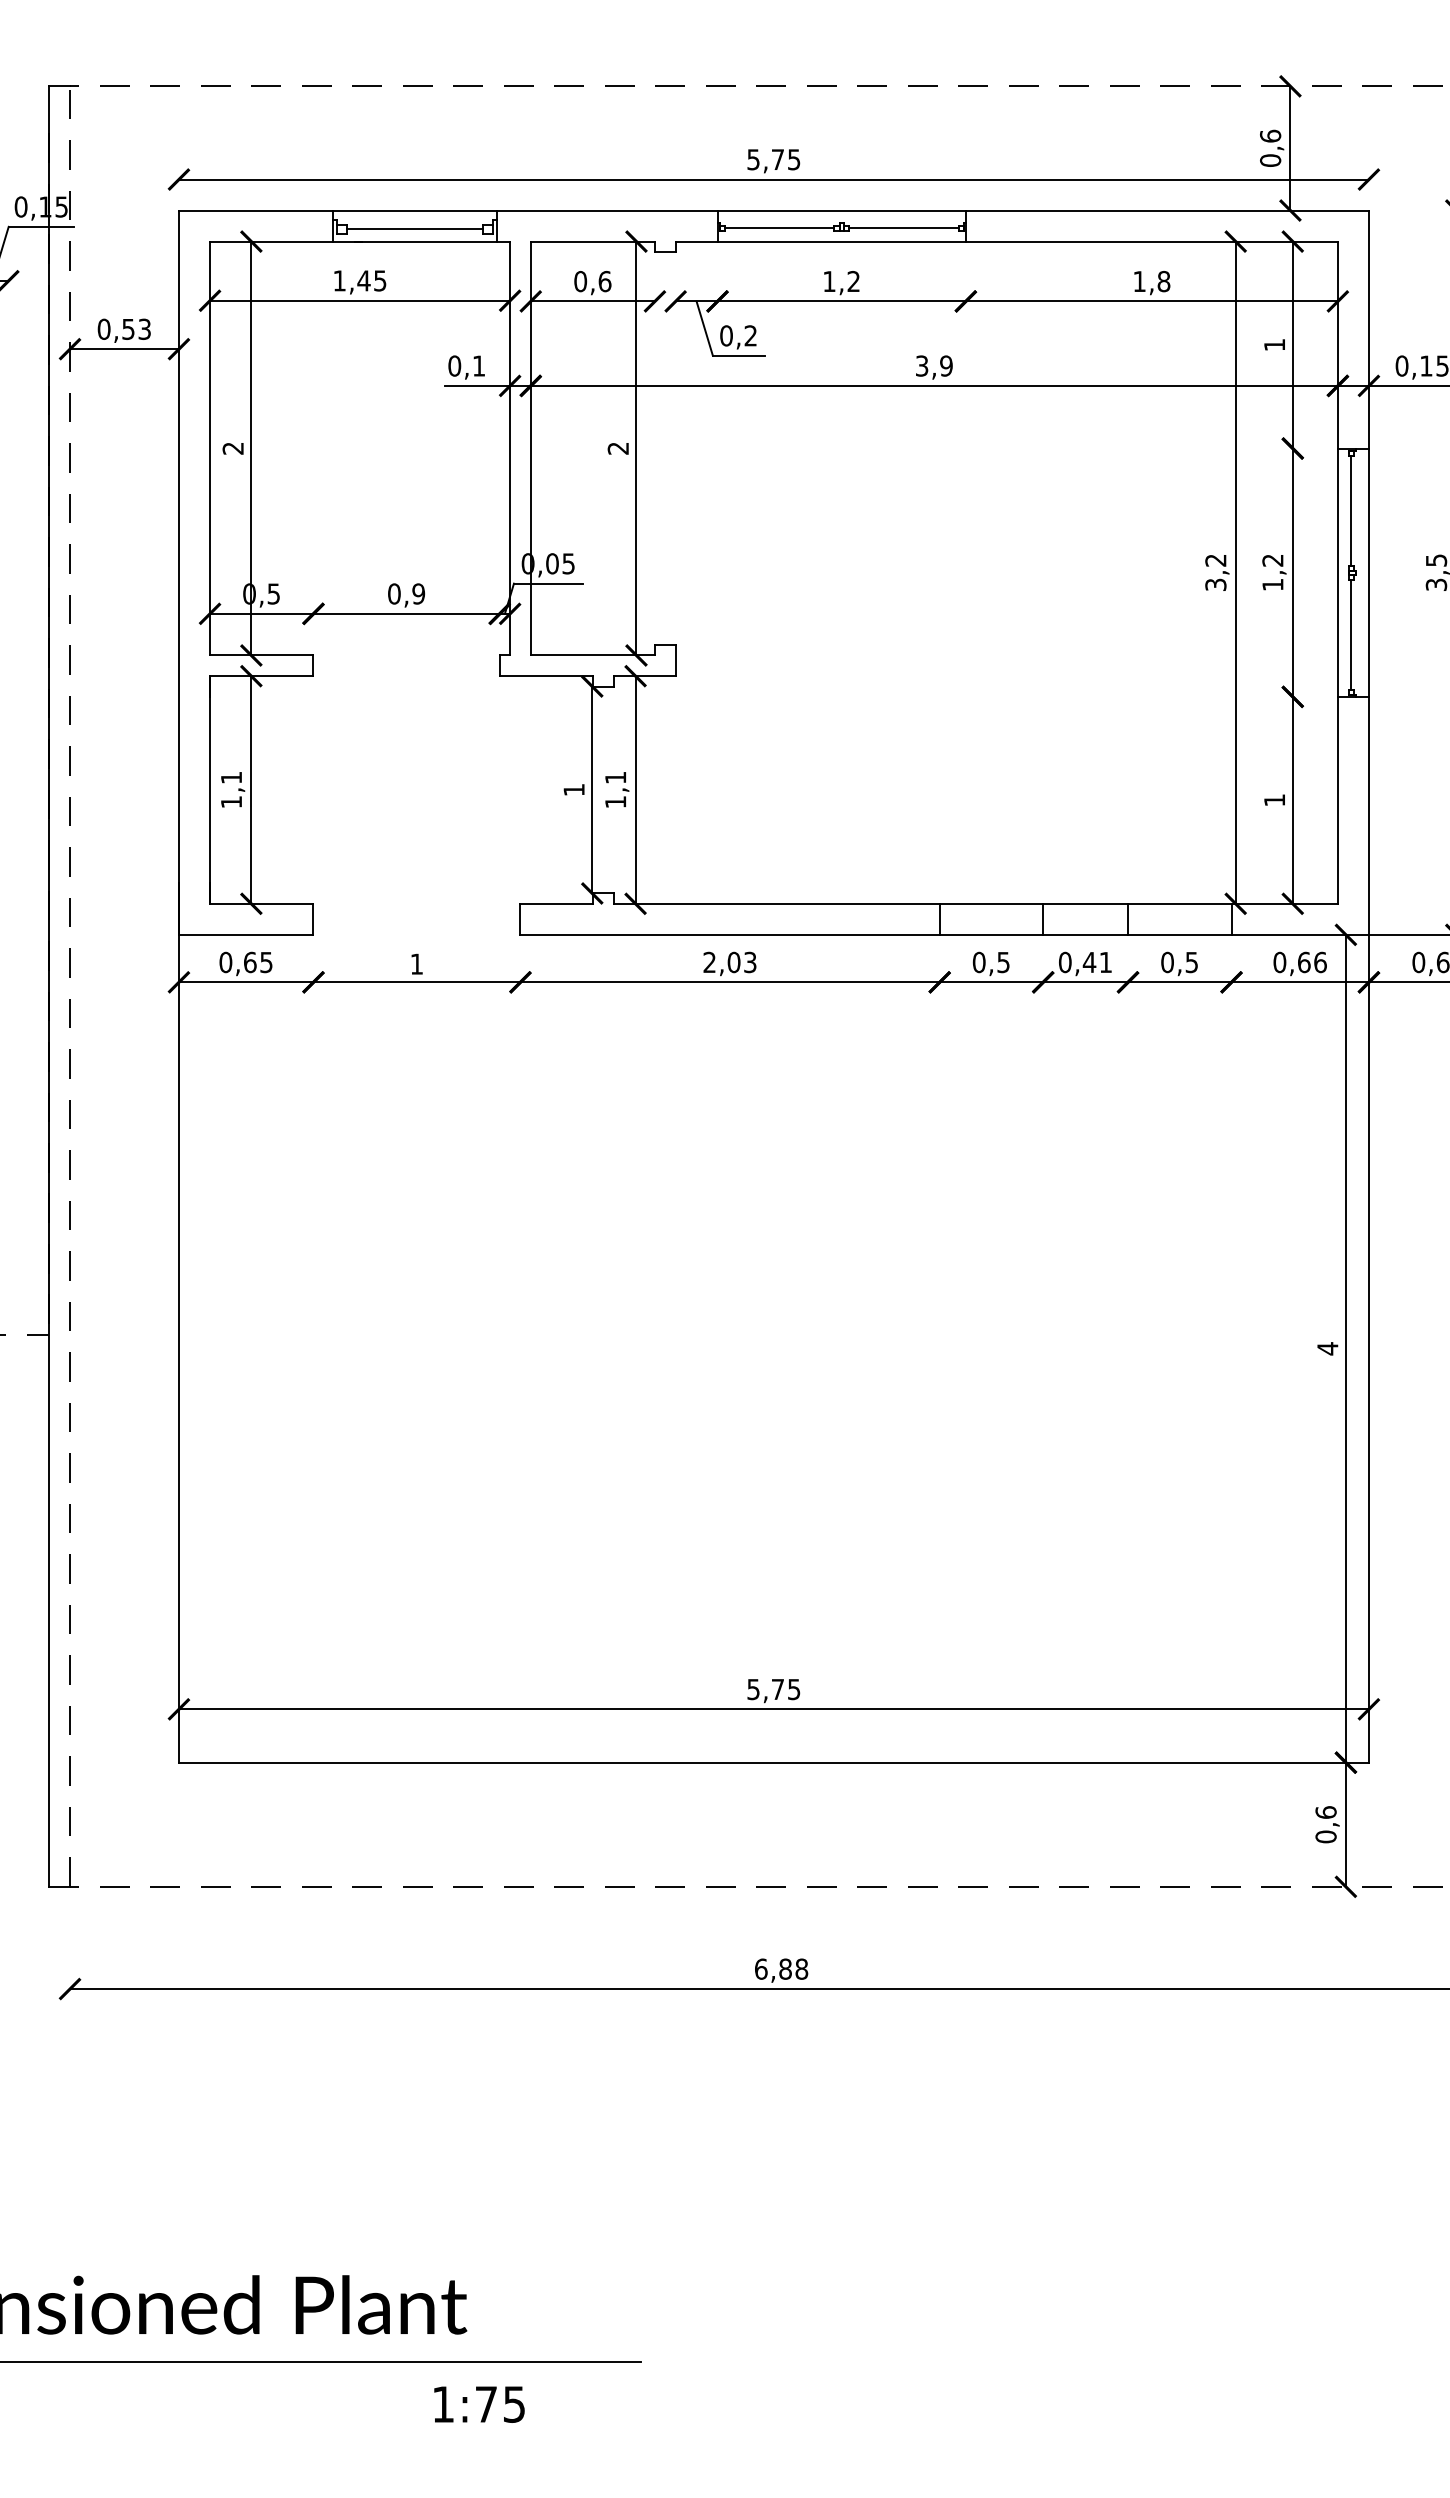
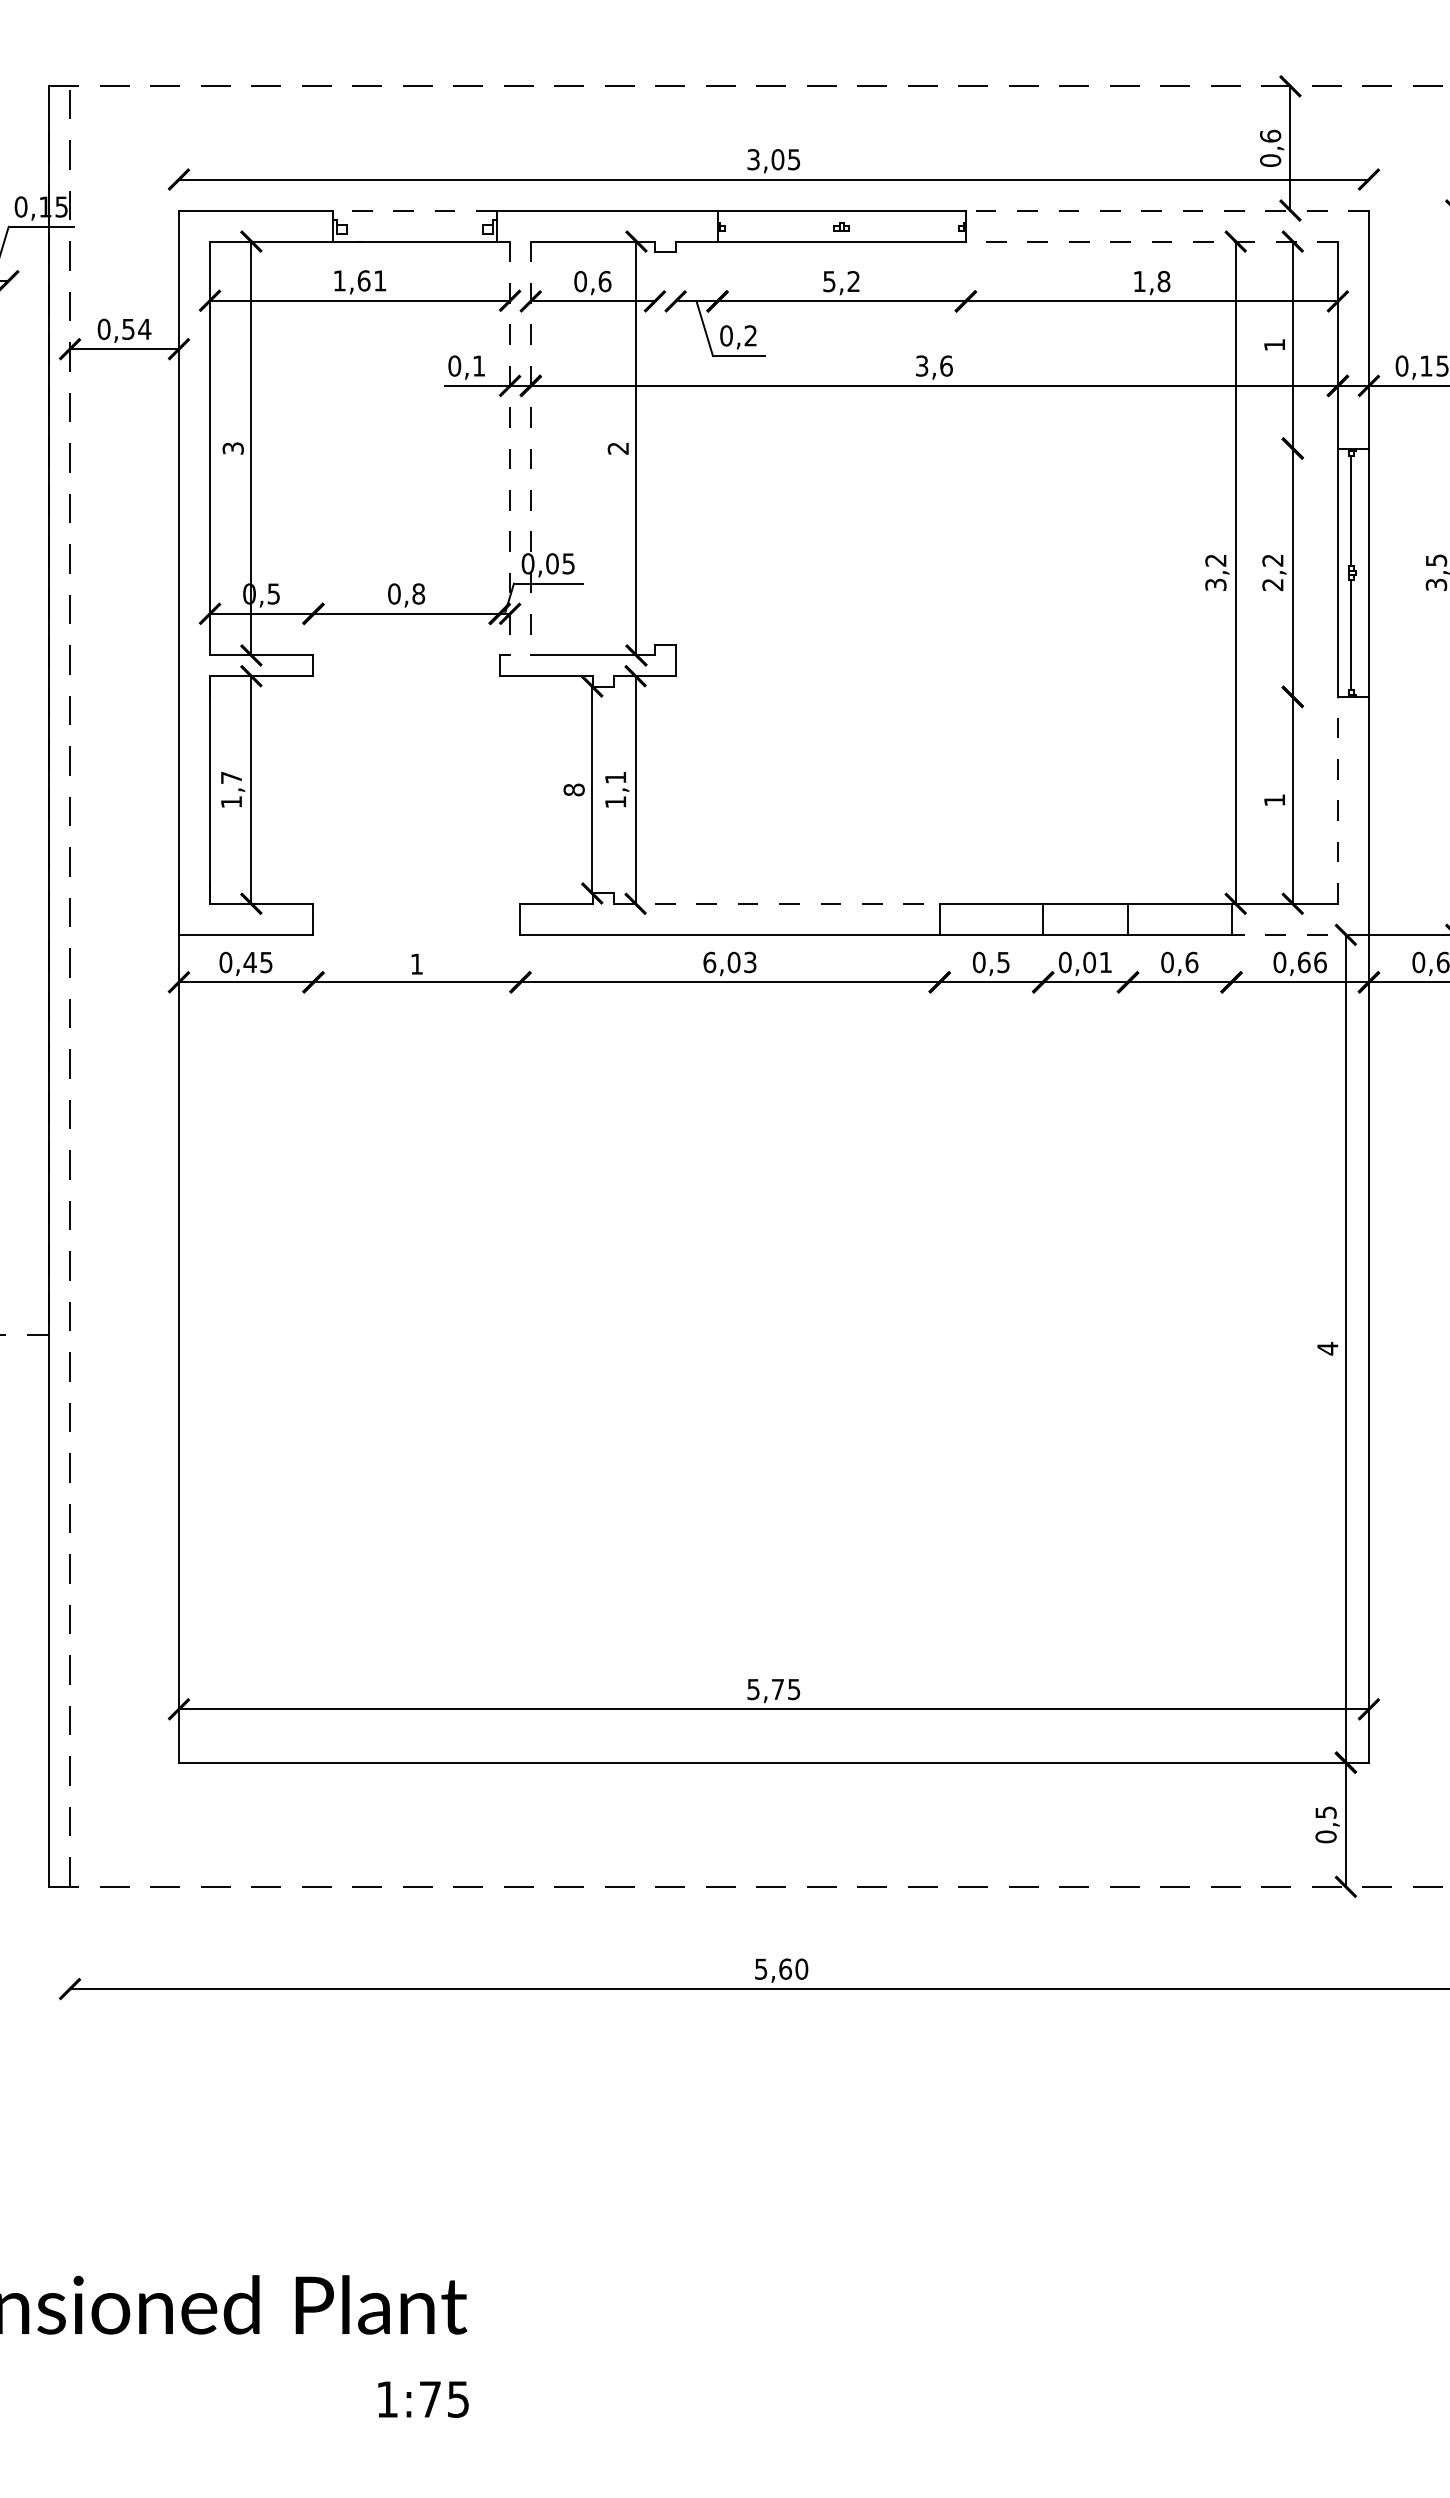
text at (766, 159): 5,75 -> 3,05
line at (415, 210): solid -> dashed
line at (1167, 210): solid -> dashed
line at (779, 228): present -> none
line at (903, 228): present -> none
line at (414, 229): present -> none
line at (1151, 241): solid -> dashed
text at (371, 280): 1,45 -> 1,61
text at (829, 281): 1,2 -> 5,2
text at (144, 328): 0,53 -> 0,54
text at (946, 365): 3,9 -> 3,6
text at (232, 448): 2 -> 3
line at (510, 448): solid -> dashed
line at (530, 448): solid -> dashed
text at (1272, 585): 1,2 -> 2,2
text at (418, 593): 0,9 -> 0,8
text at (231, 777): 1,1 -> 1,7
text at (573, 789): 1 -> 8
line at (1337, 799): solid -> dashed
line at (777, 903): solid -> dashed
line at (1300, 934): solid -> dashed
text at (249, 962): 0,65 -> 0,45
text at (709, 962): 2,03 -> 6,03
text at (1089, 962): 0,41 -> 0,01
text at (1191, 962): 0,5 -> 0,6
text at (1325, 1812): 0,6 -> 0,5
text at (781, 1968): 6,88 -> 5,60
line at (321, 2362): present -> none
text at (479, 2404) position: (479, 2404) -> (423, 2399)
